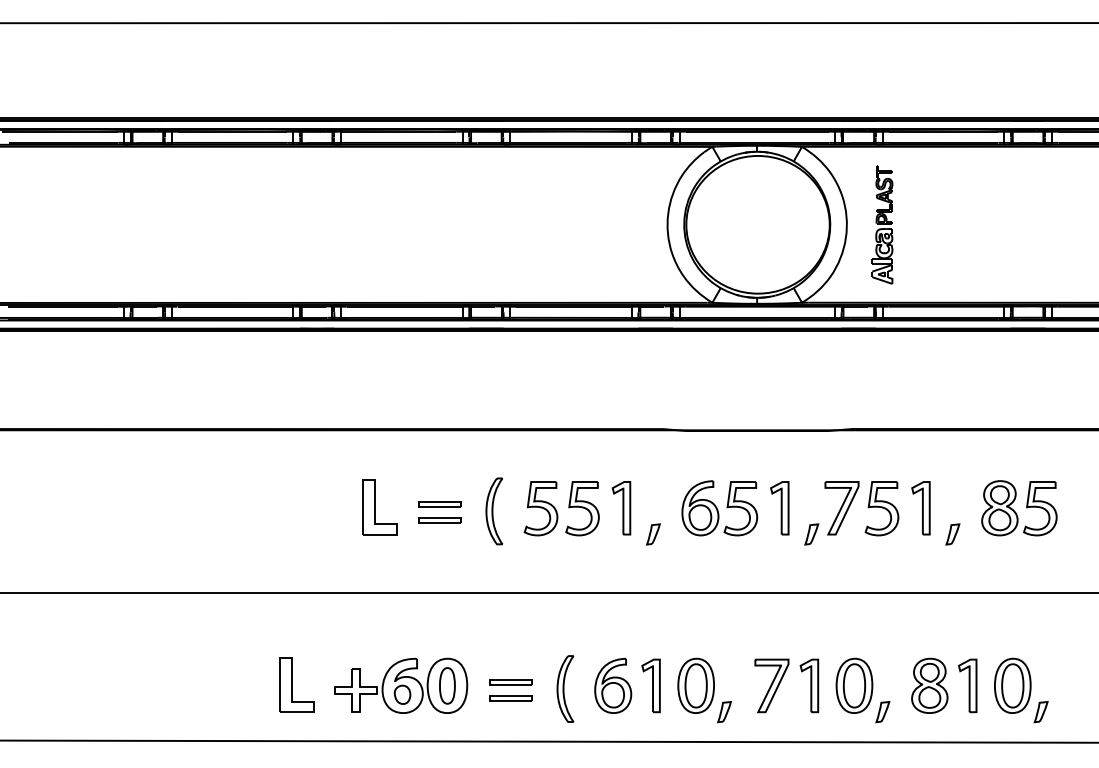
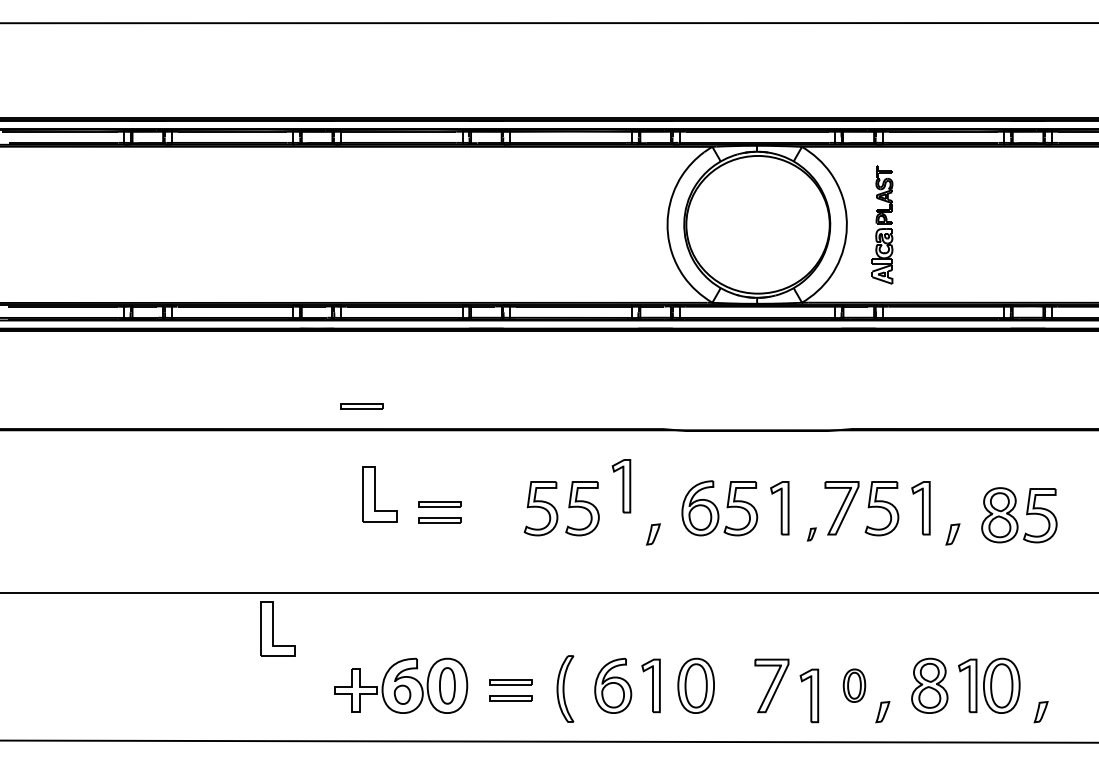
part at (361, 406): none -> present
part at (379, 507) position: (379, 507) -> (379, 494)
part at (621, 508) position: (621, 508) -> (621, 486)
part at (1019, 508) position: (1019, 508) -> (1019, 515)
part at (494, 511): present -> none
part at (811, 534) size: 16x23 px -> 11x15 px
part at (296, 684) position: (296, 684) -> (277, 628)
part at (809, 685) position: (809, 685) -> (809, 695)
part at (854, 685) size: 39x57 px -> 25x35 px
part at (1012, 685) position: (1012, 685) -> (1001, 685)
part at (724, 712): present -> none
